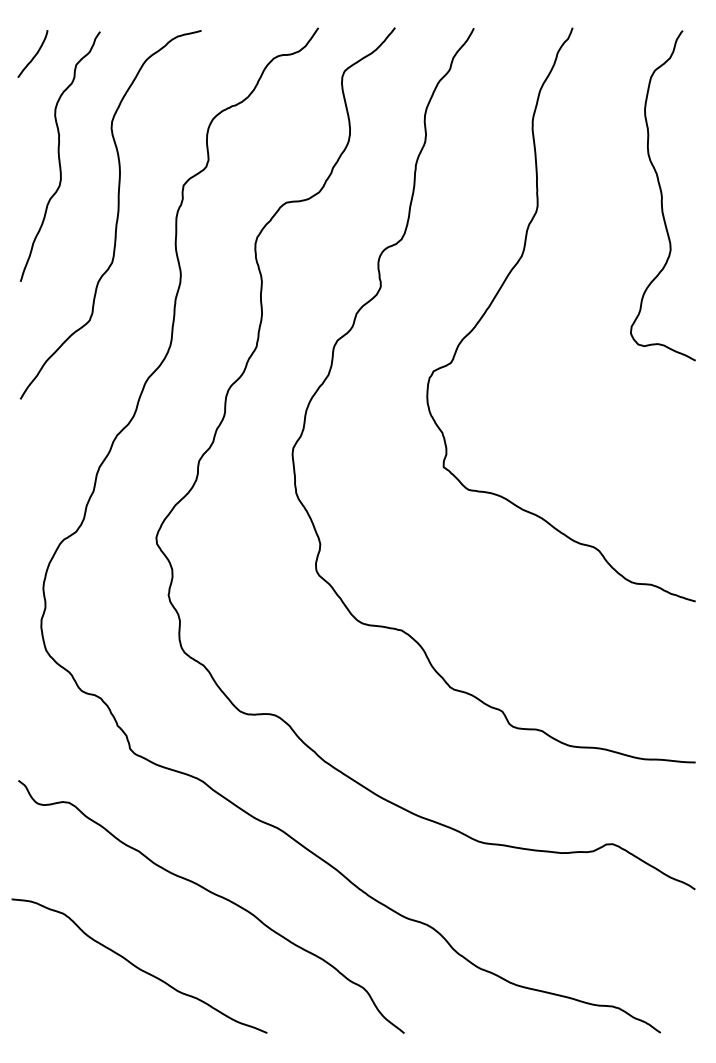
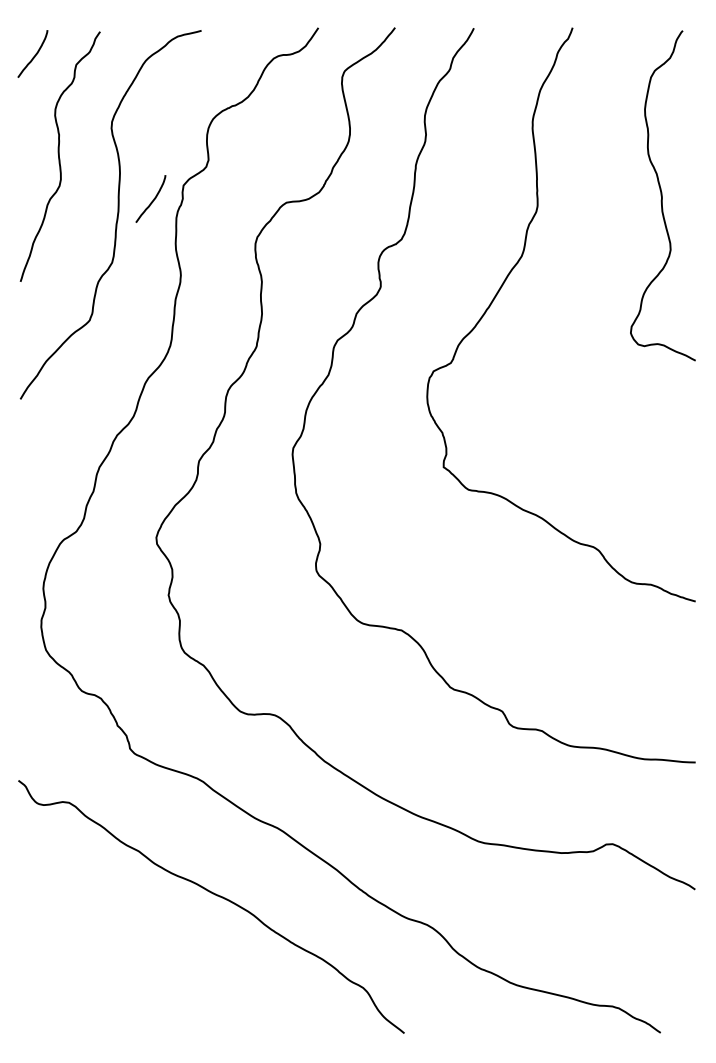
curve at (152, 200): none -> present
curve at (139, 967): present -> none
